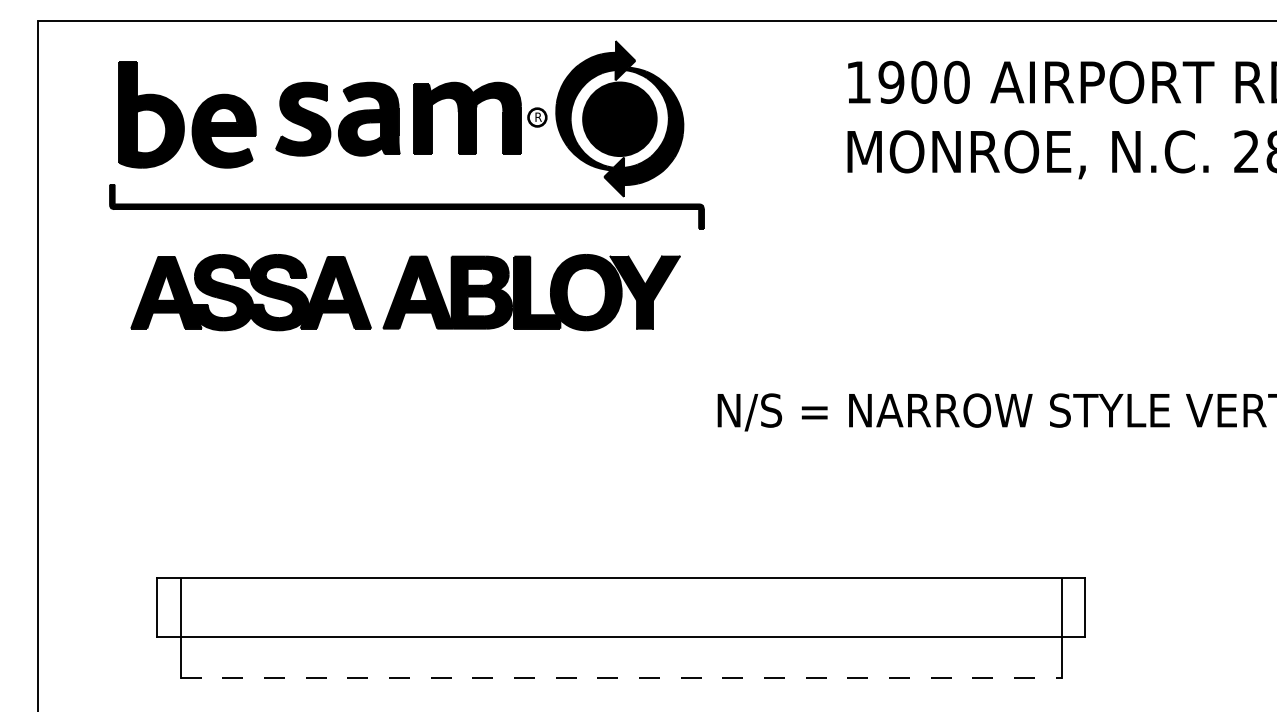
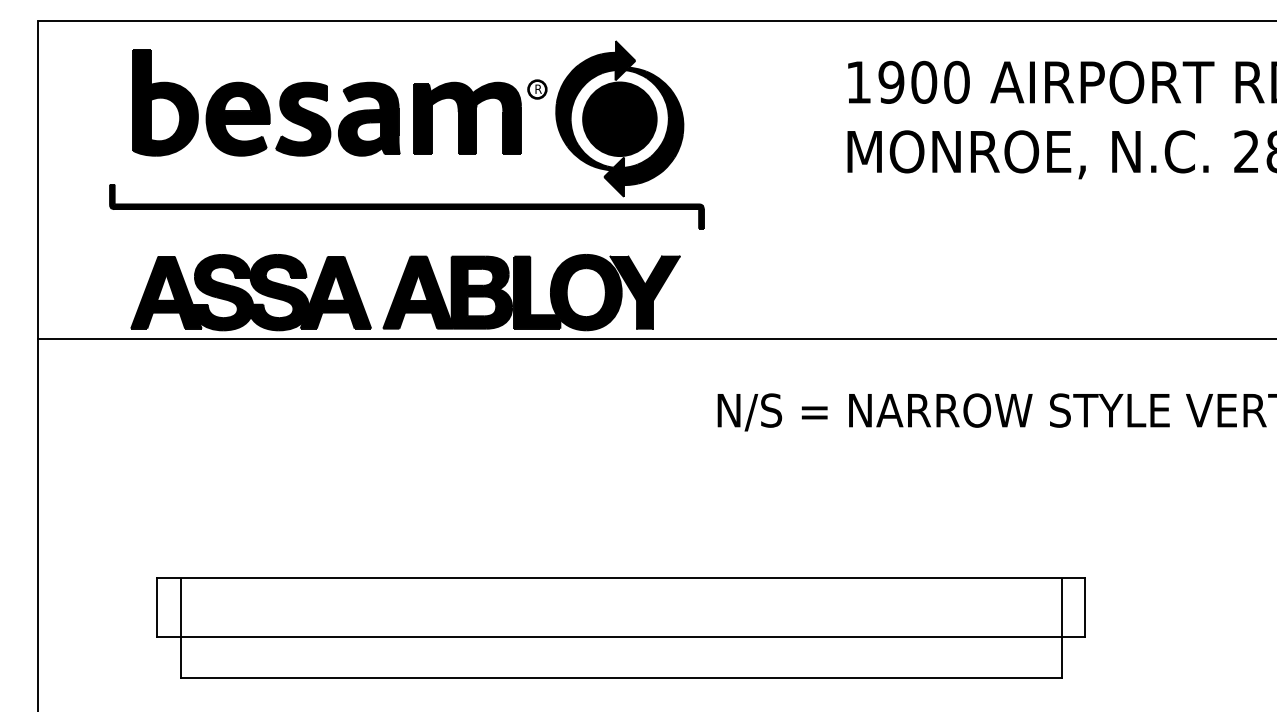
part at (187, 114) position: (187, 114) -> (201, 102)
part at (537, 117) position: (537, 117) -> (537, 89)
line at (655, 338): none -> present
line at (621, 677): dashed -> solid
